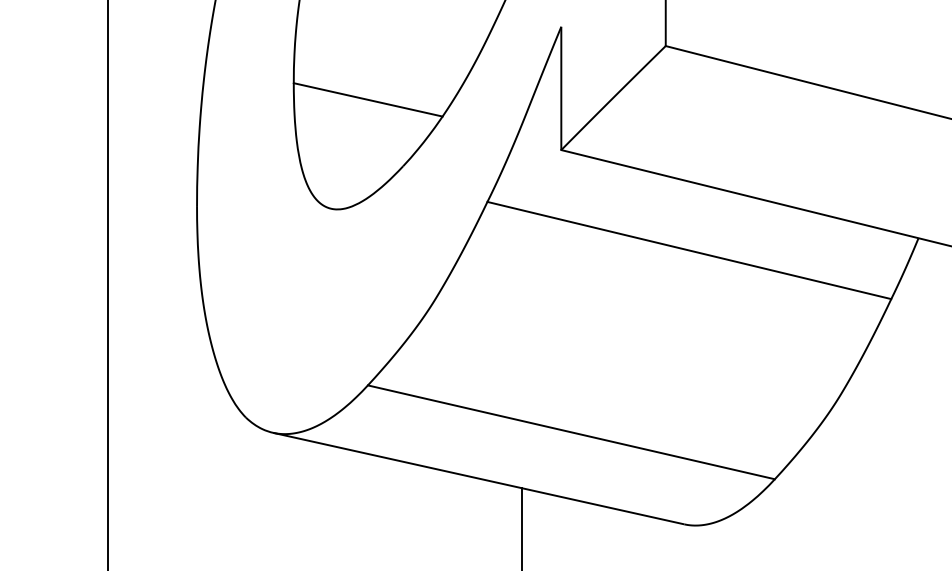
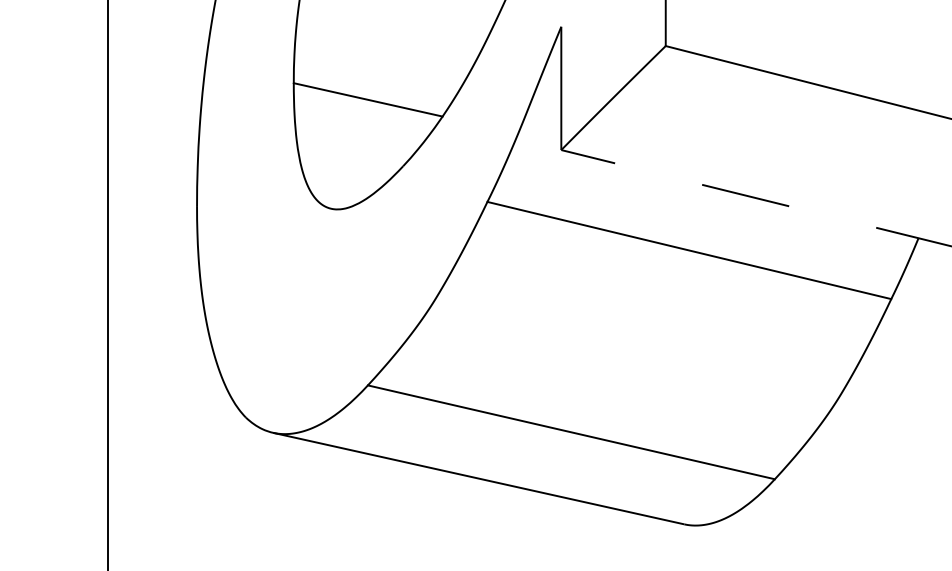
line at (756, 198): solid -> dashed
line at (521, 527): present -> none
